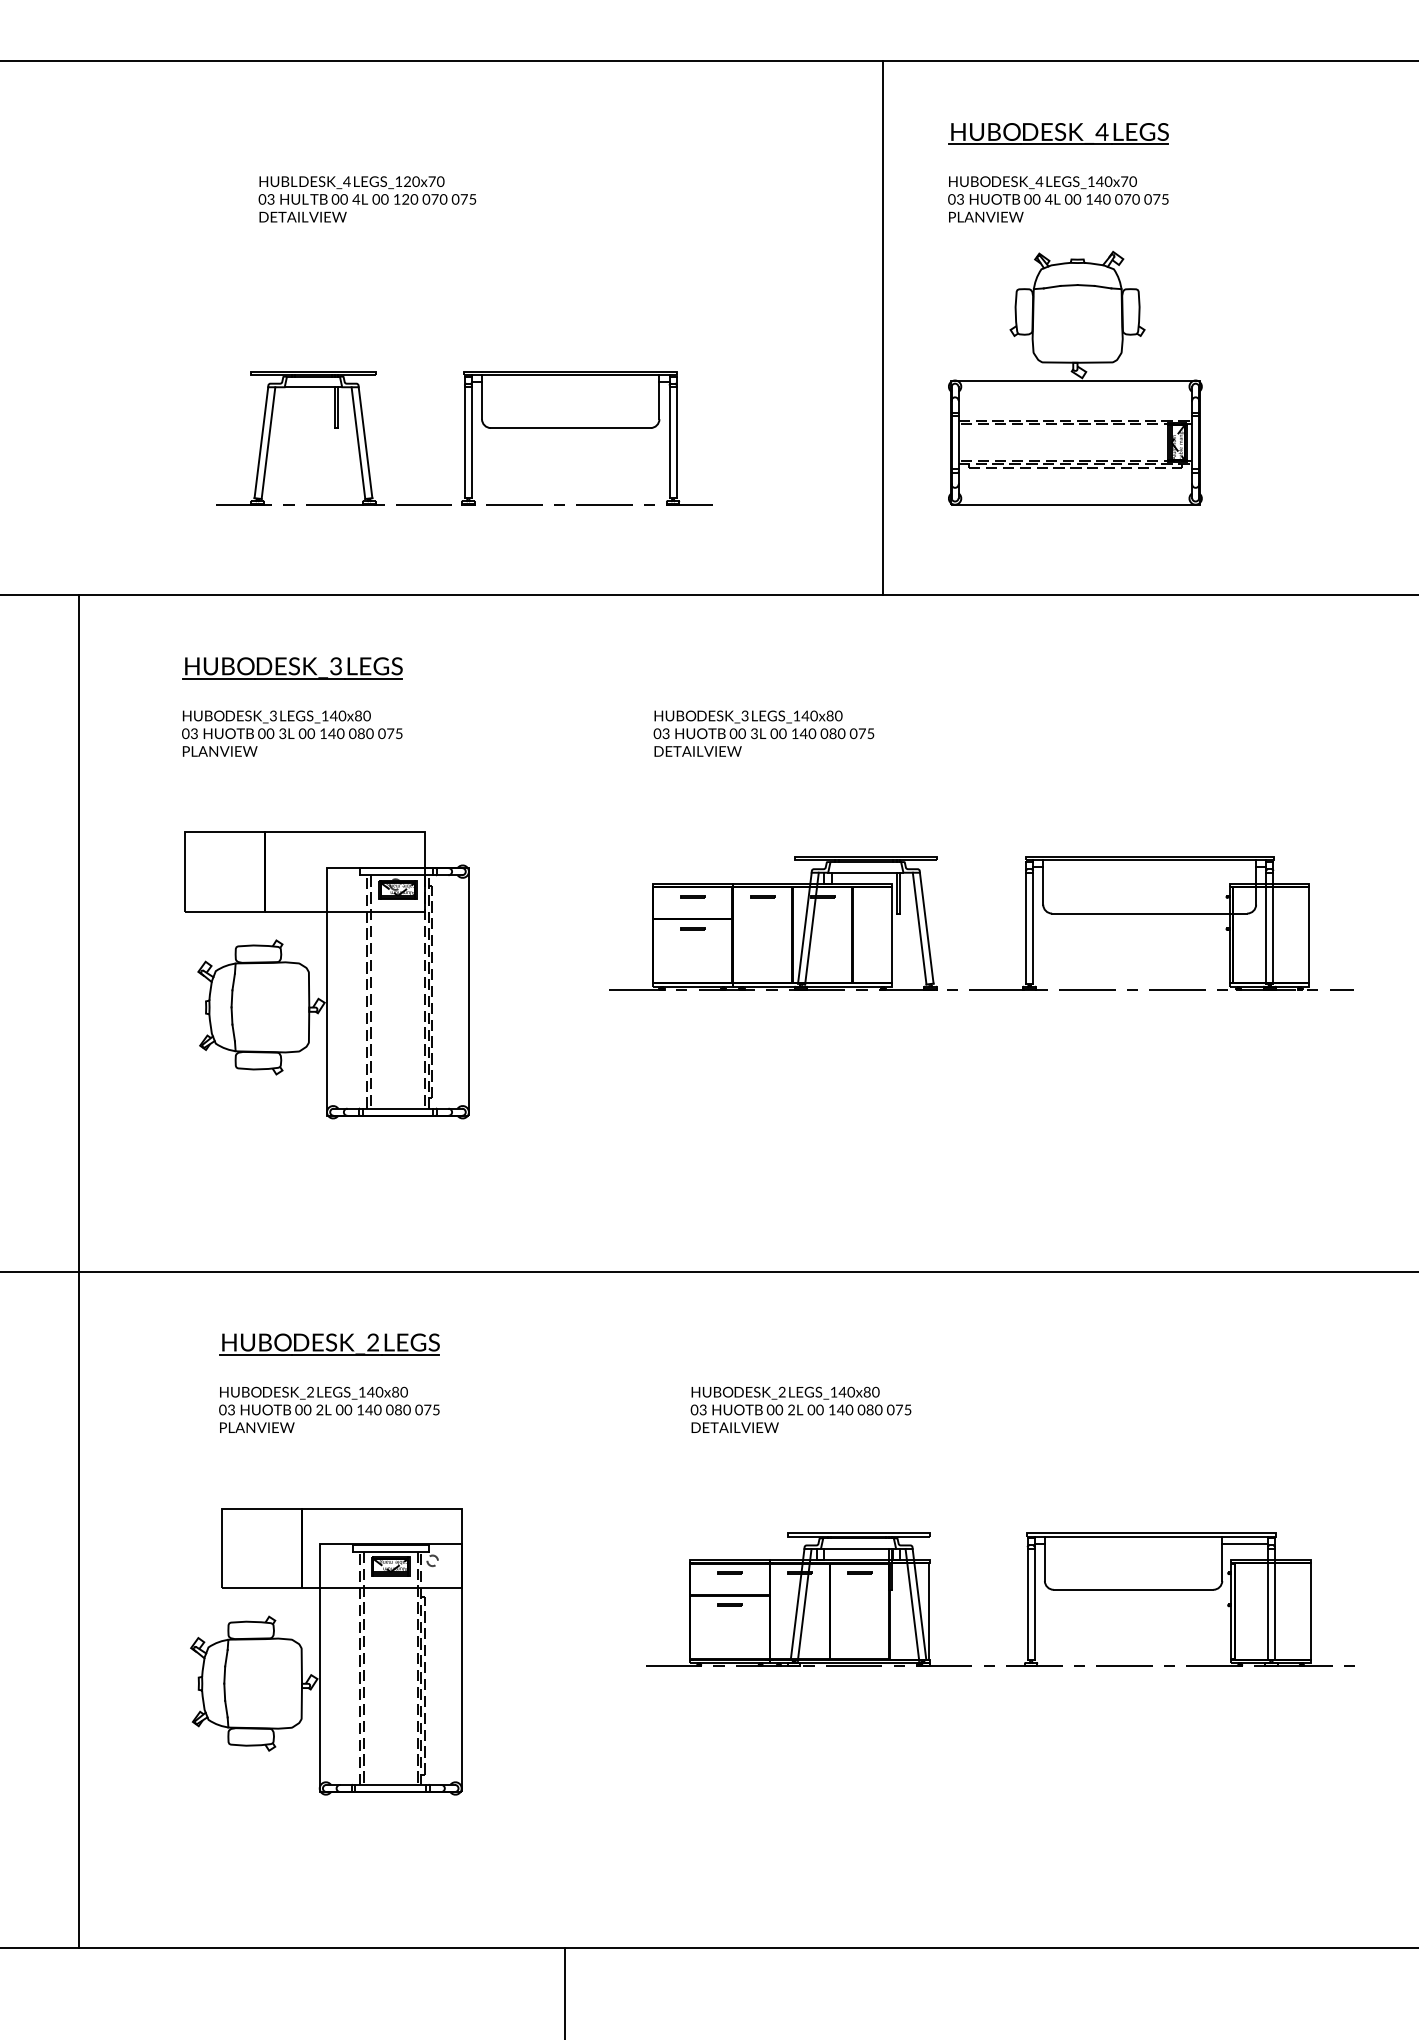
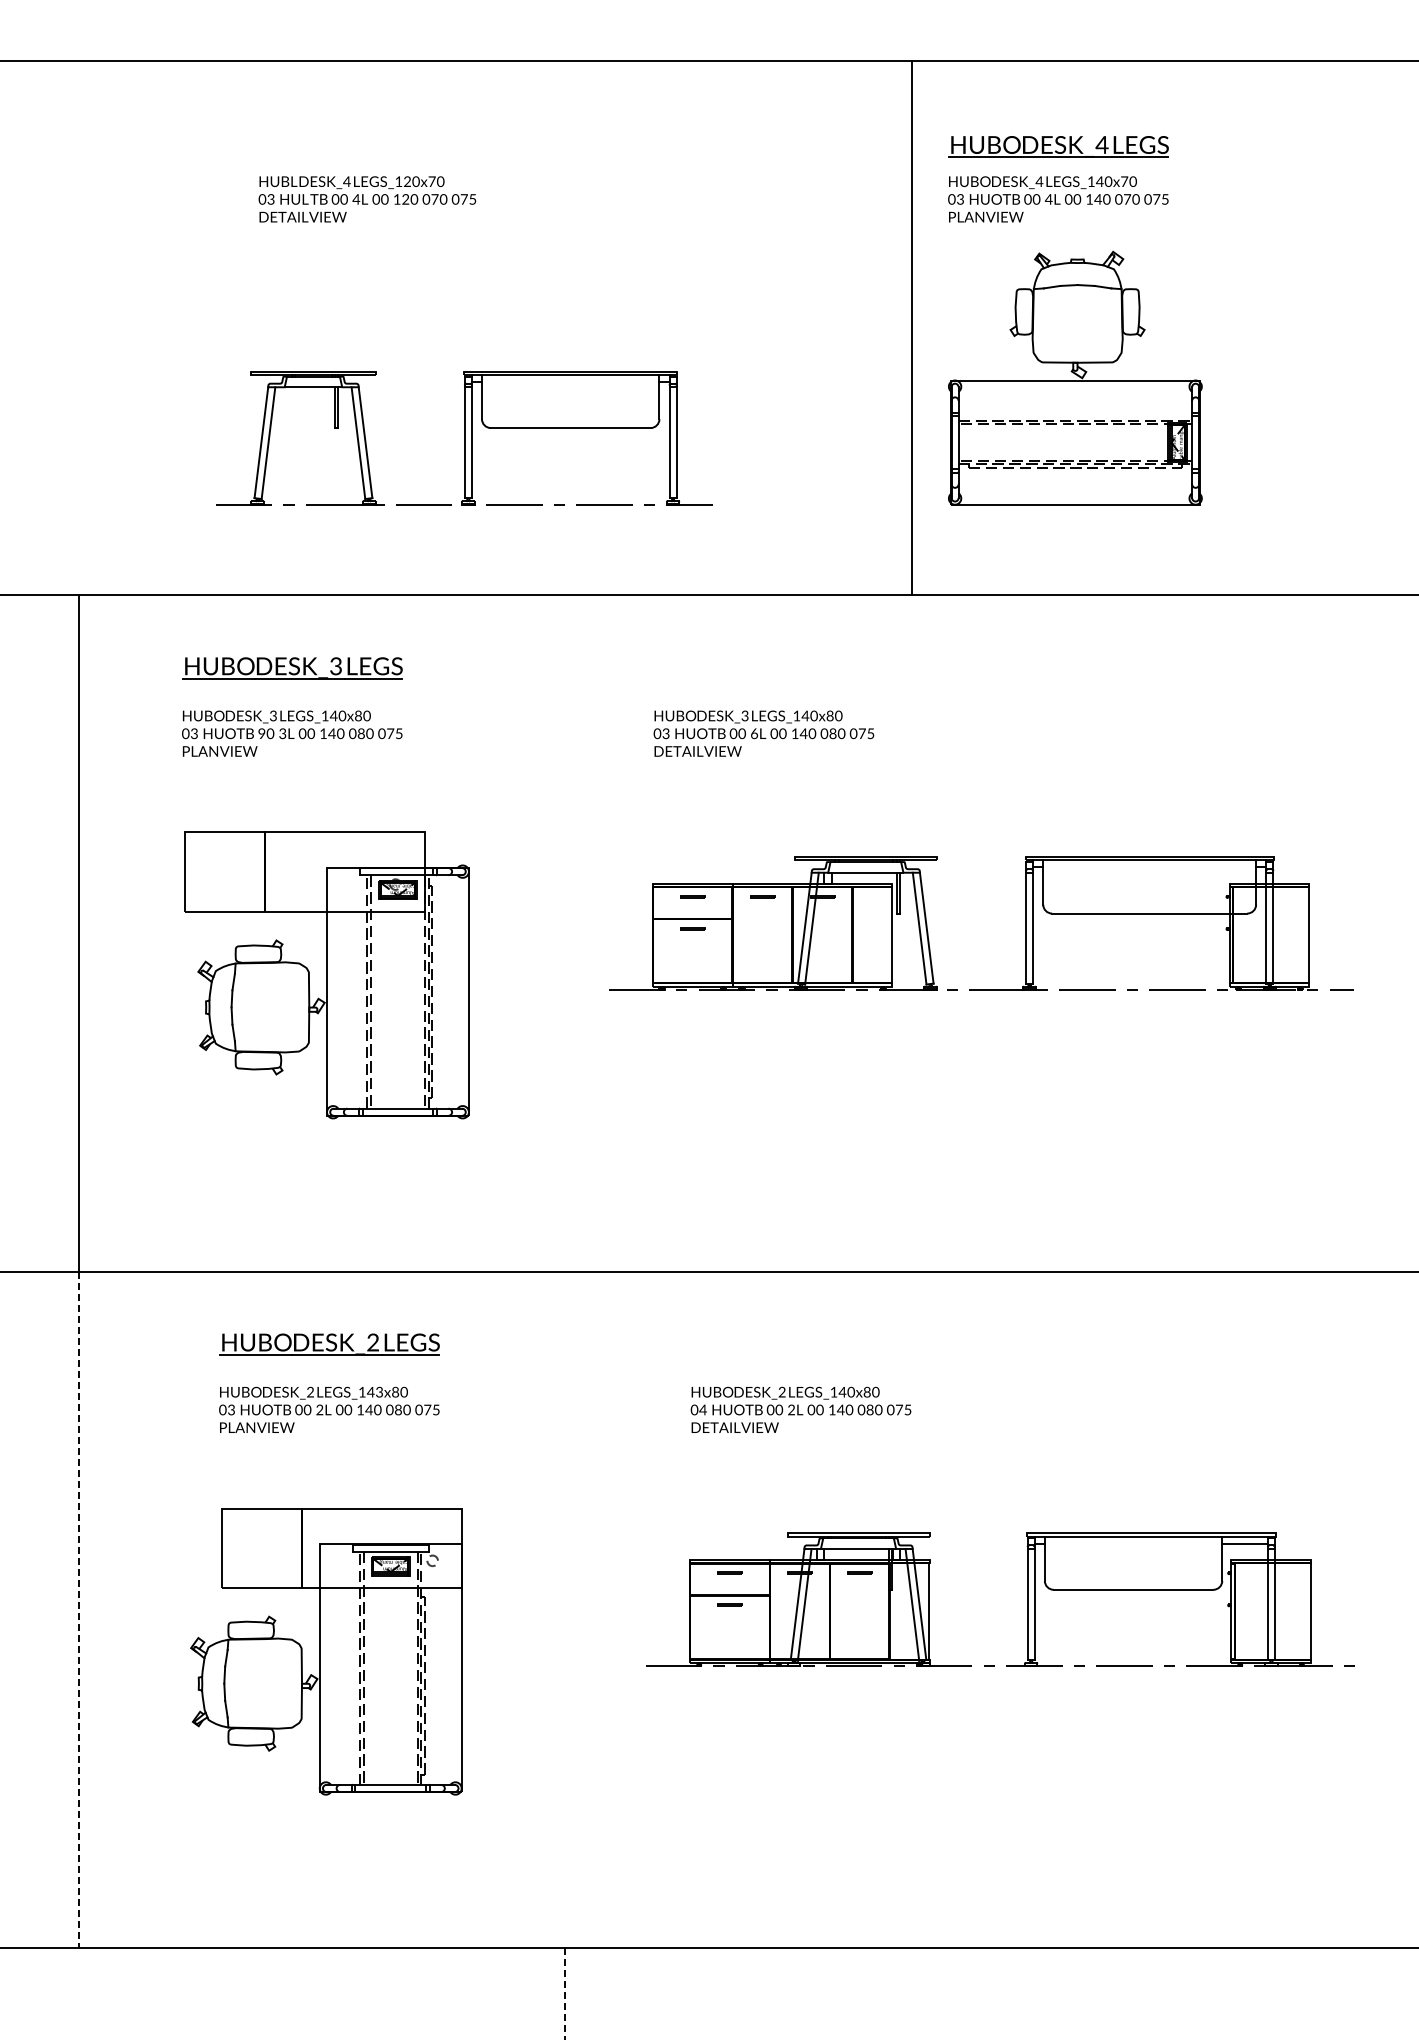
part at (1058, 133) position: (1058, 133) -> (1058, 146)
line at (883, 328) position: (883, 328) -> (912, 328)
text at (754, 733): 3L -> 6L
text at (261, 735): 00 -> 90
text at (379, 1392): LEGS_140x80 -> LEGS_143x80
text at (702, 1409): 03 -> 04
line at (79, 1610): solid -> dashed
line at (565, 1993): solid -> dashed
